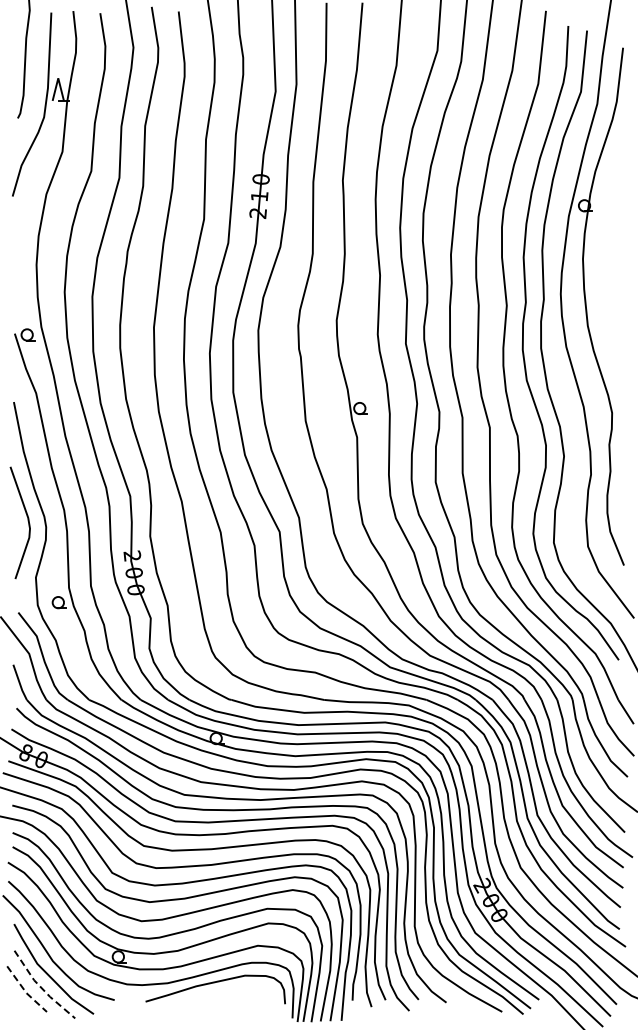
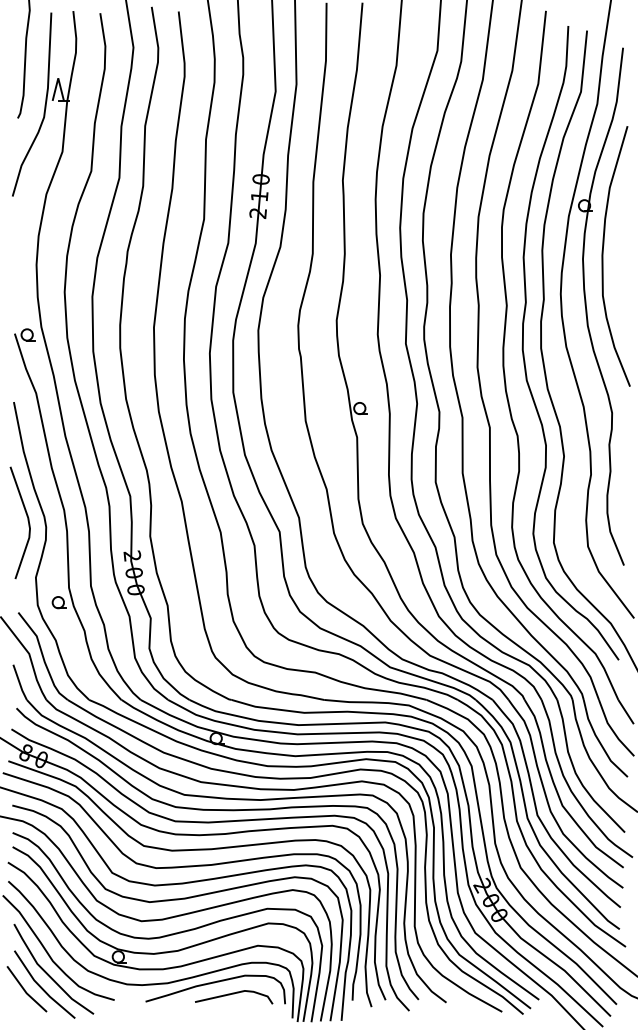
curve at (603, 256): none -> present
line at (41, 988): dashed -> solid
line at (25, 991): dashed -> solid
line at (234, 994): none -> present
